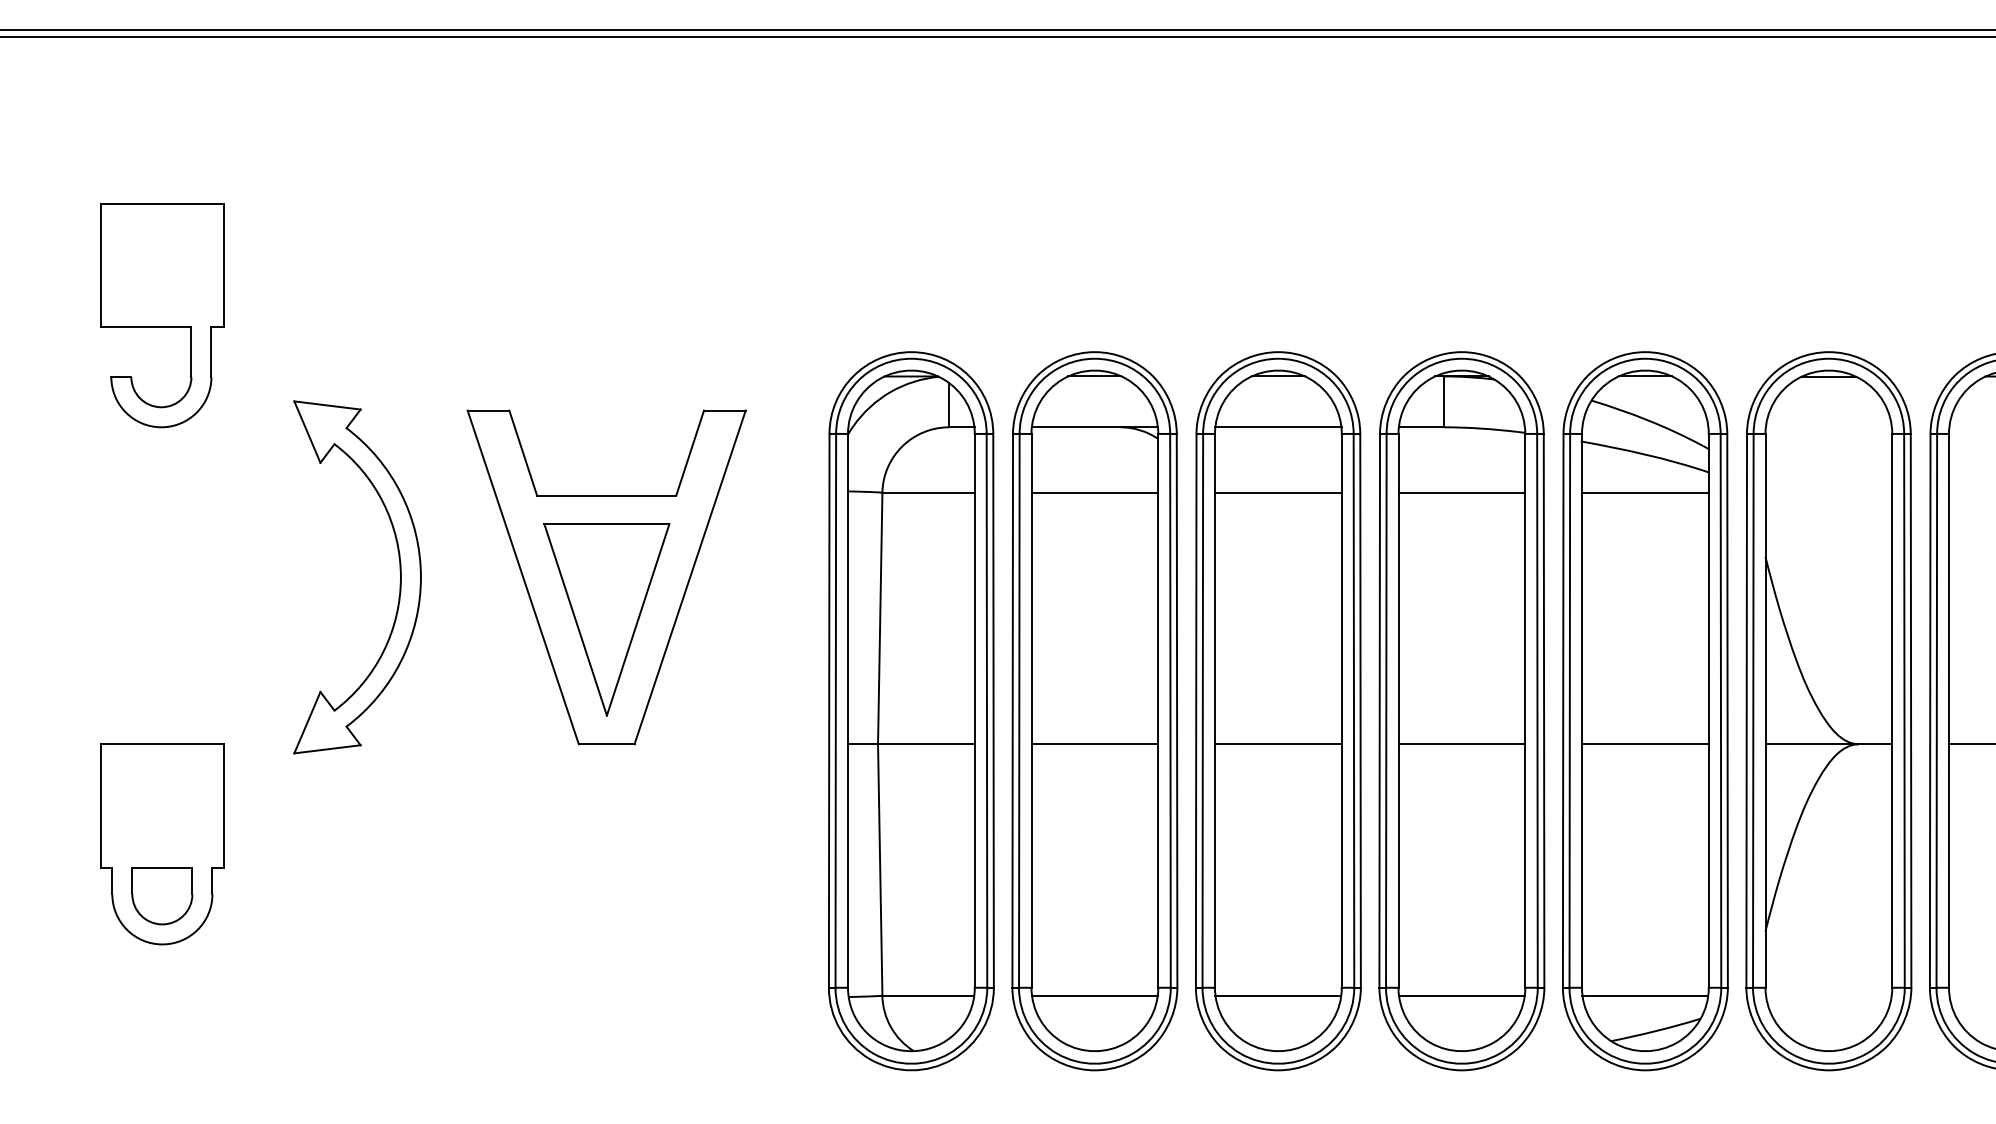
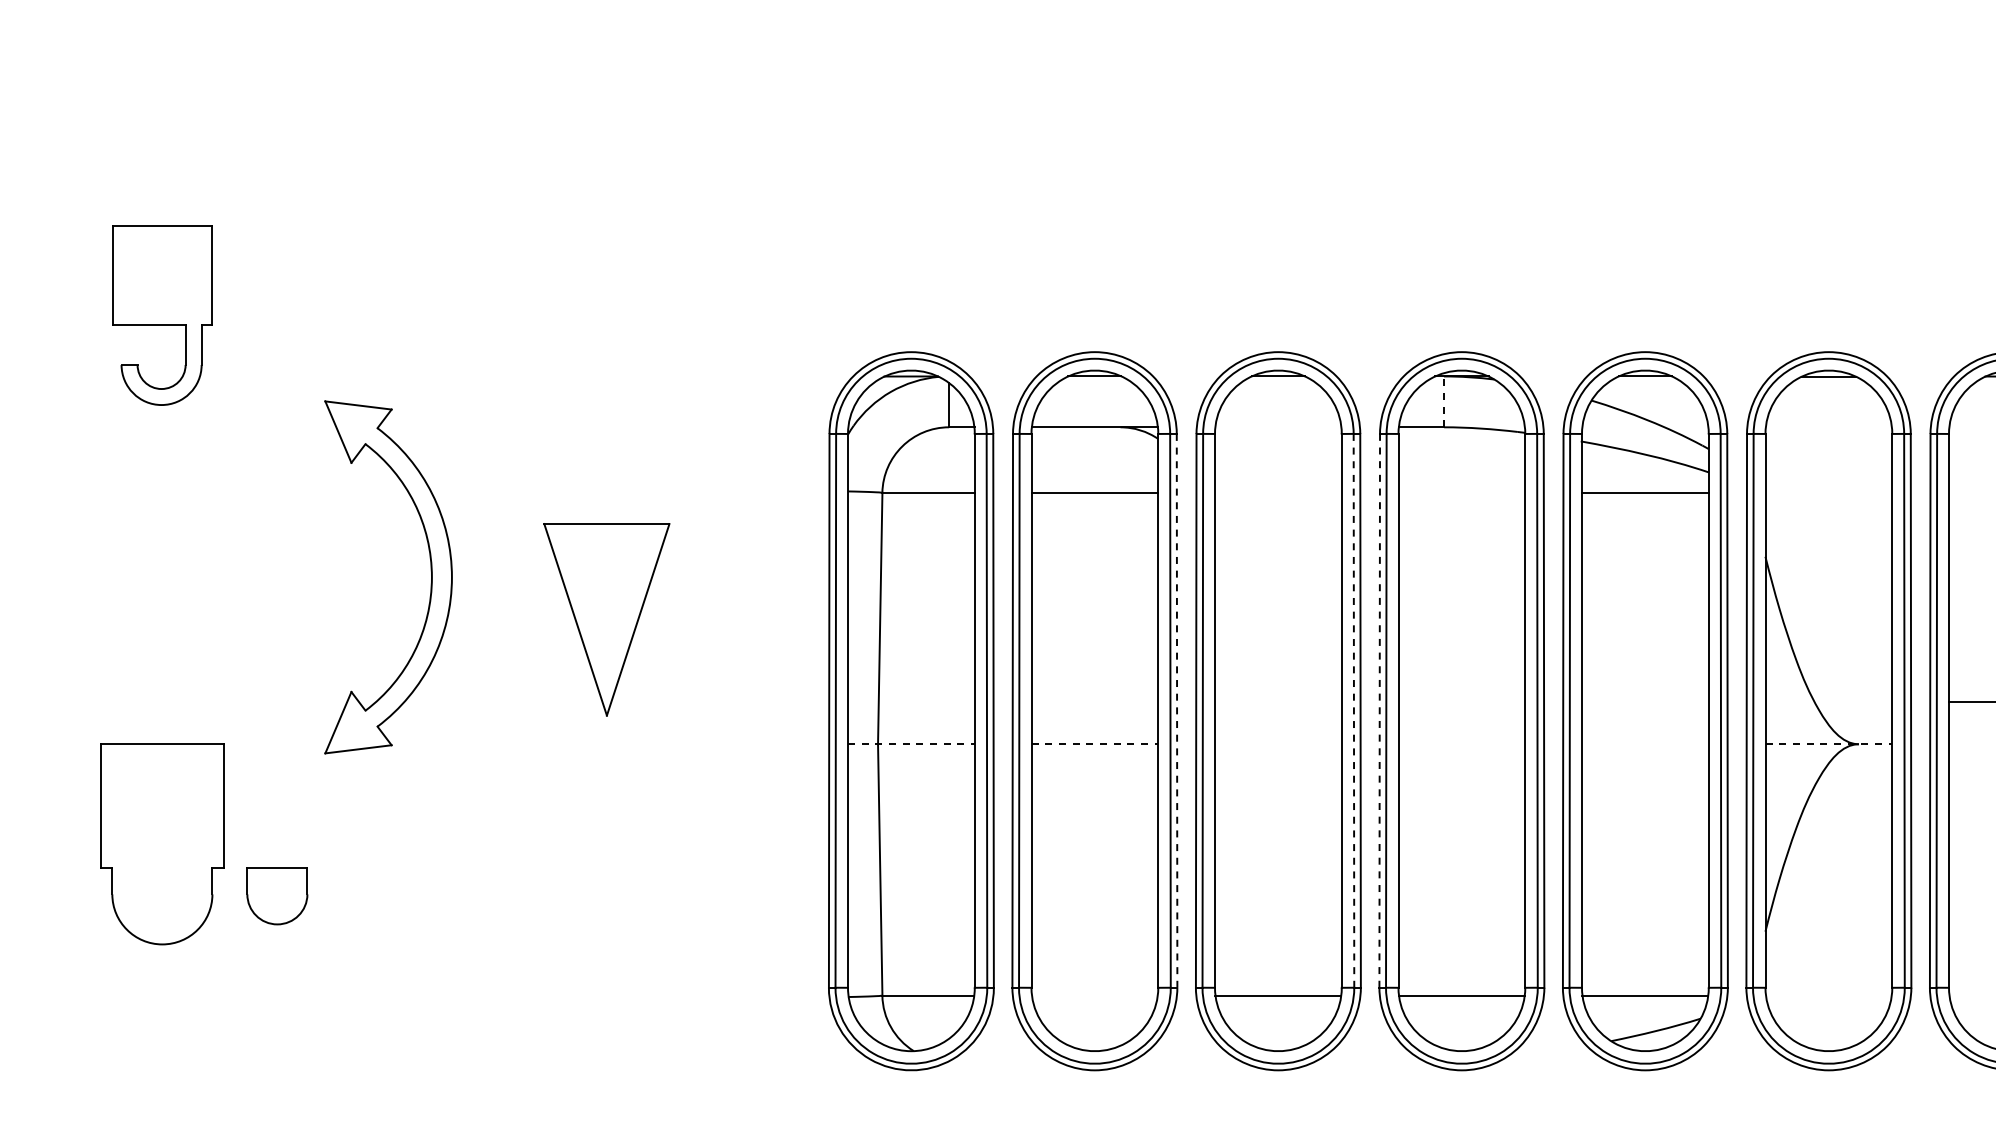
line at (997, 30): present -> none
line at (997, 36): present -> none
part at (162, 315) size: 125x226 px -> 101x181 px
line at (1444, 401): solid -> dashed
line at (1278, 427): present -> none
line at (1278, 492): present -> none
line at (1461, 492): present -> none
part at (399, 571) position: (399, 571) -> (430, 571)
part at (606, 577): present -> none
line at (1177, 710): solid -> dashed
line at (1353, 710): solid -> dashed
line at (1379, 710): solid -> dashed
line at (911, 744): solid -> dashed
line at (1095, 744): solid -> dashed
line at (1278, 744): present -> none
line at (1461, 744): present -> none
line at (1645, 744): present -> none
line at (1829, 744): solid -> dashed
line at (1970, 744) position: (1970, 744) -> (1970, 702)
part at (162, 896) position: (162, 896) -> (277, 896)
line at (1094, 995): present -> none
